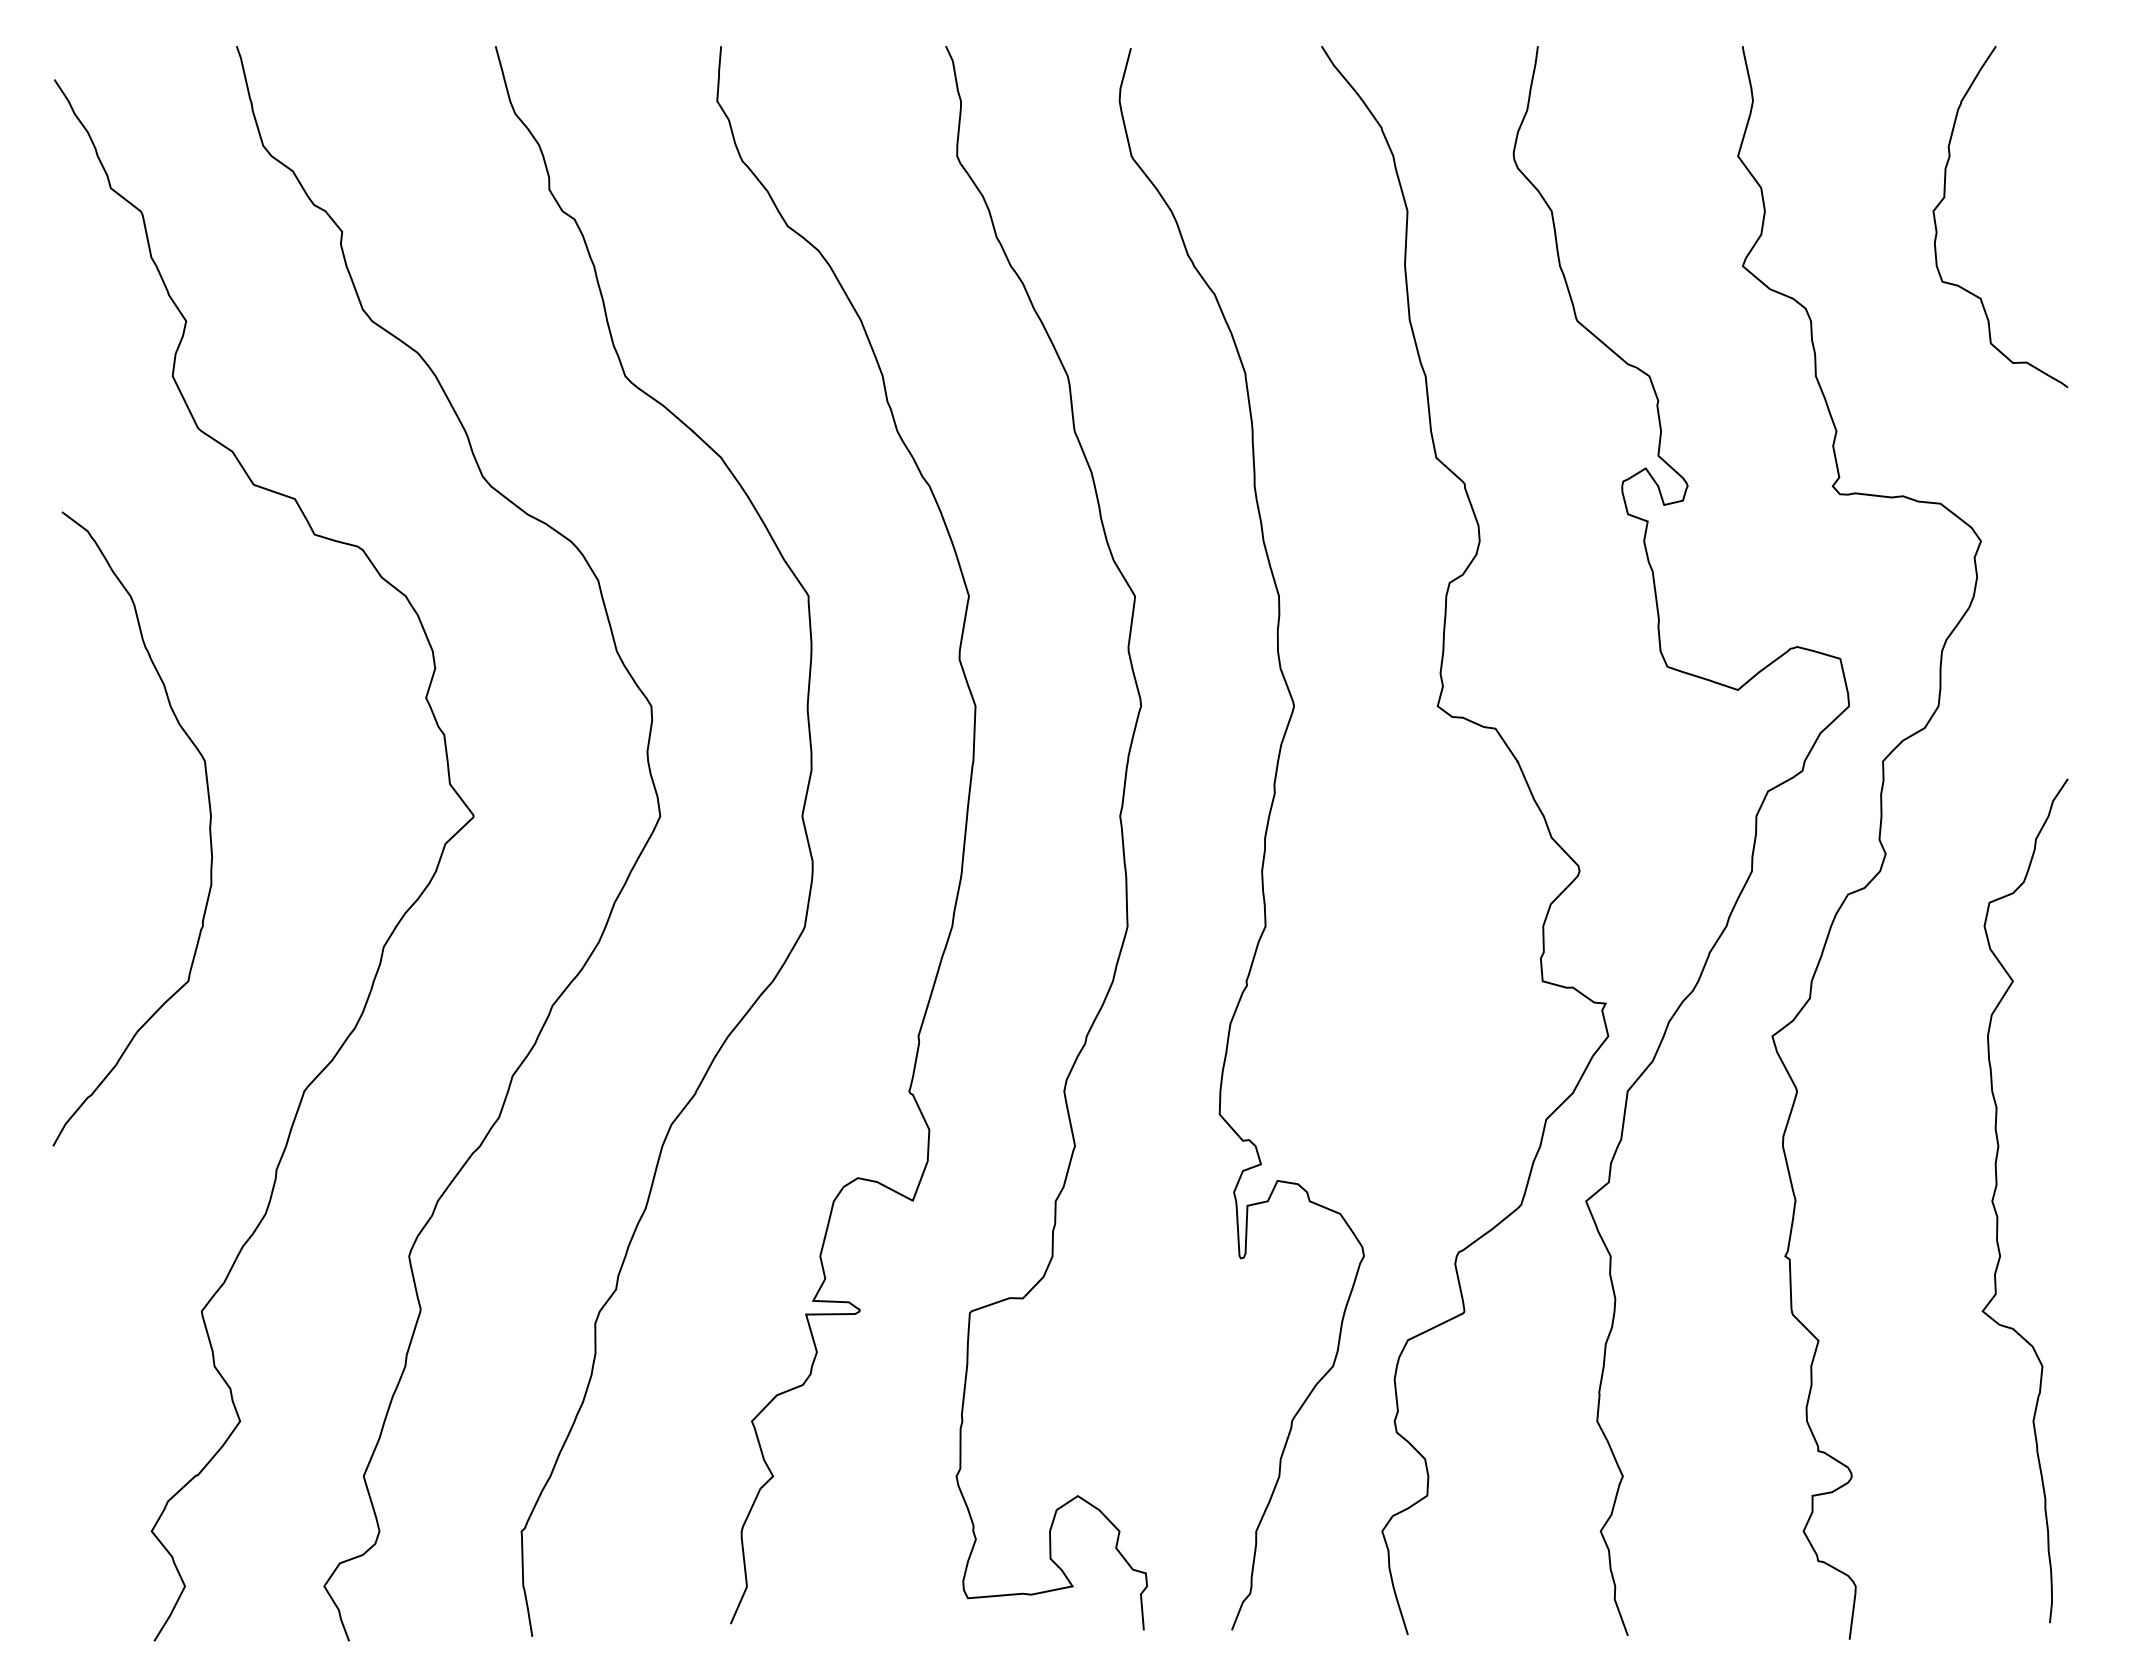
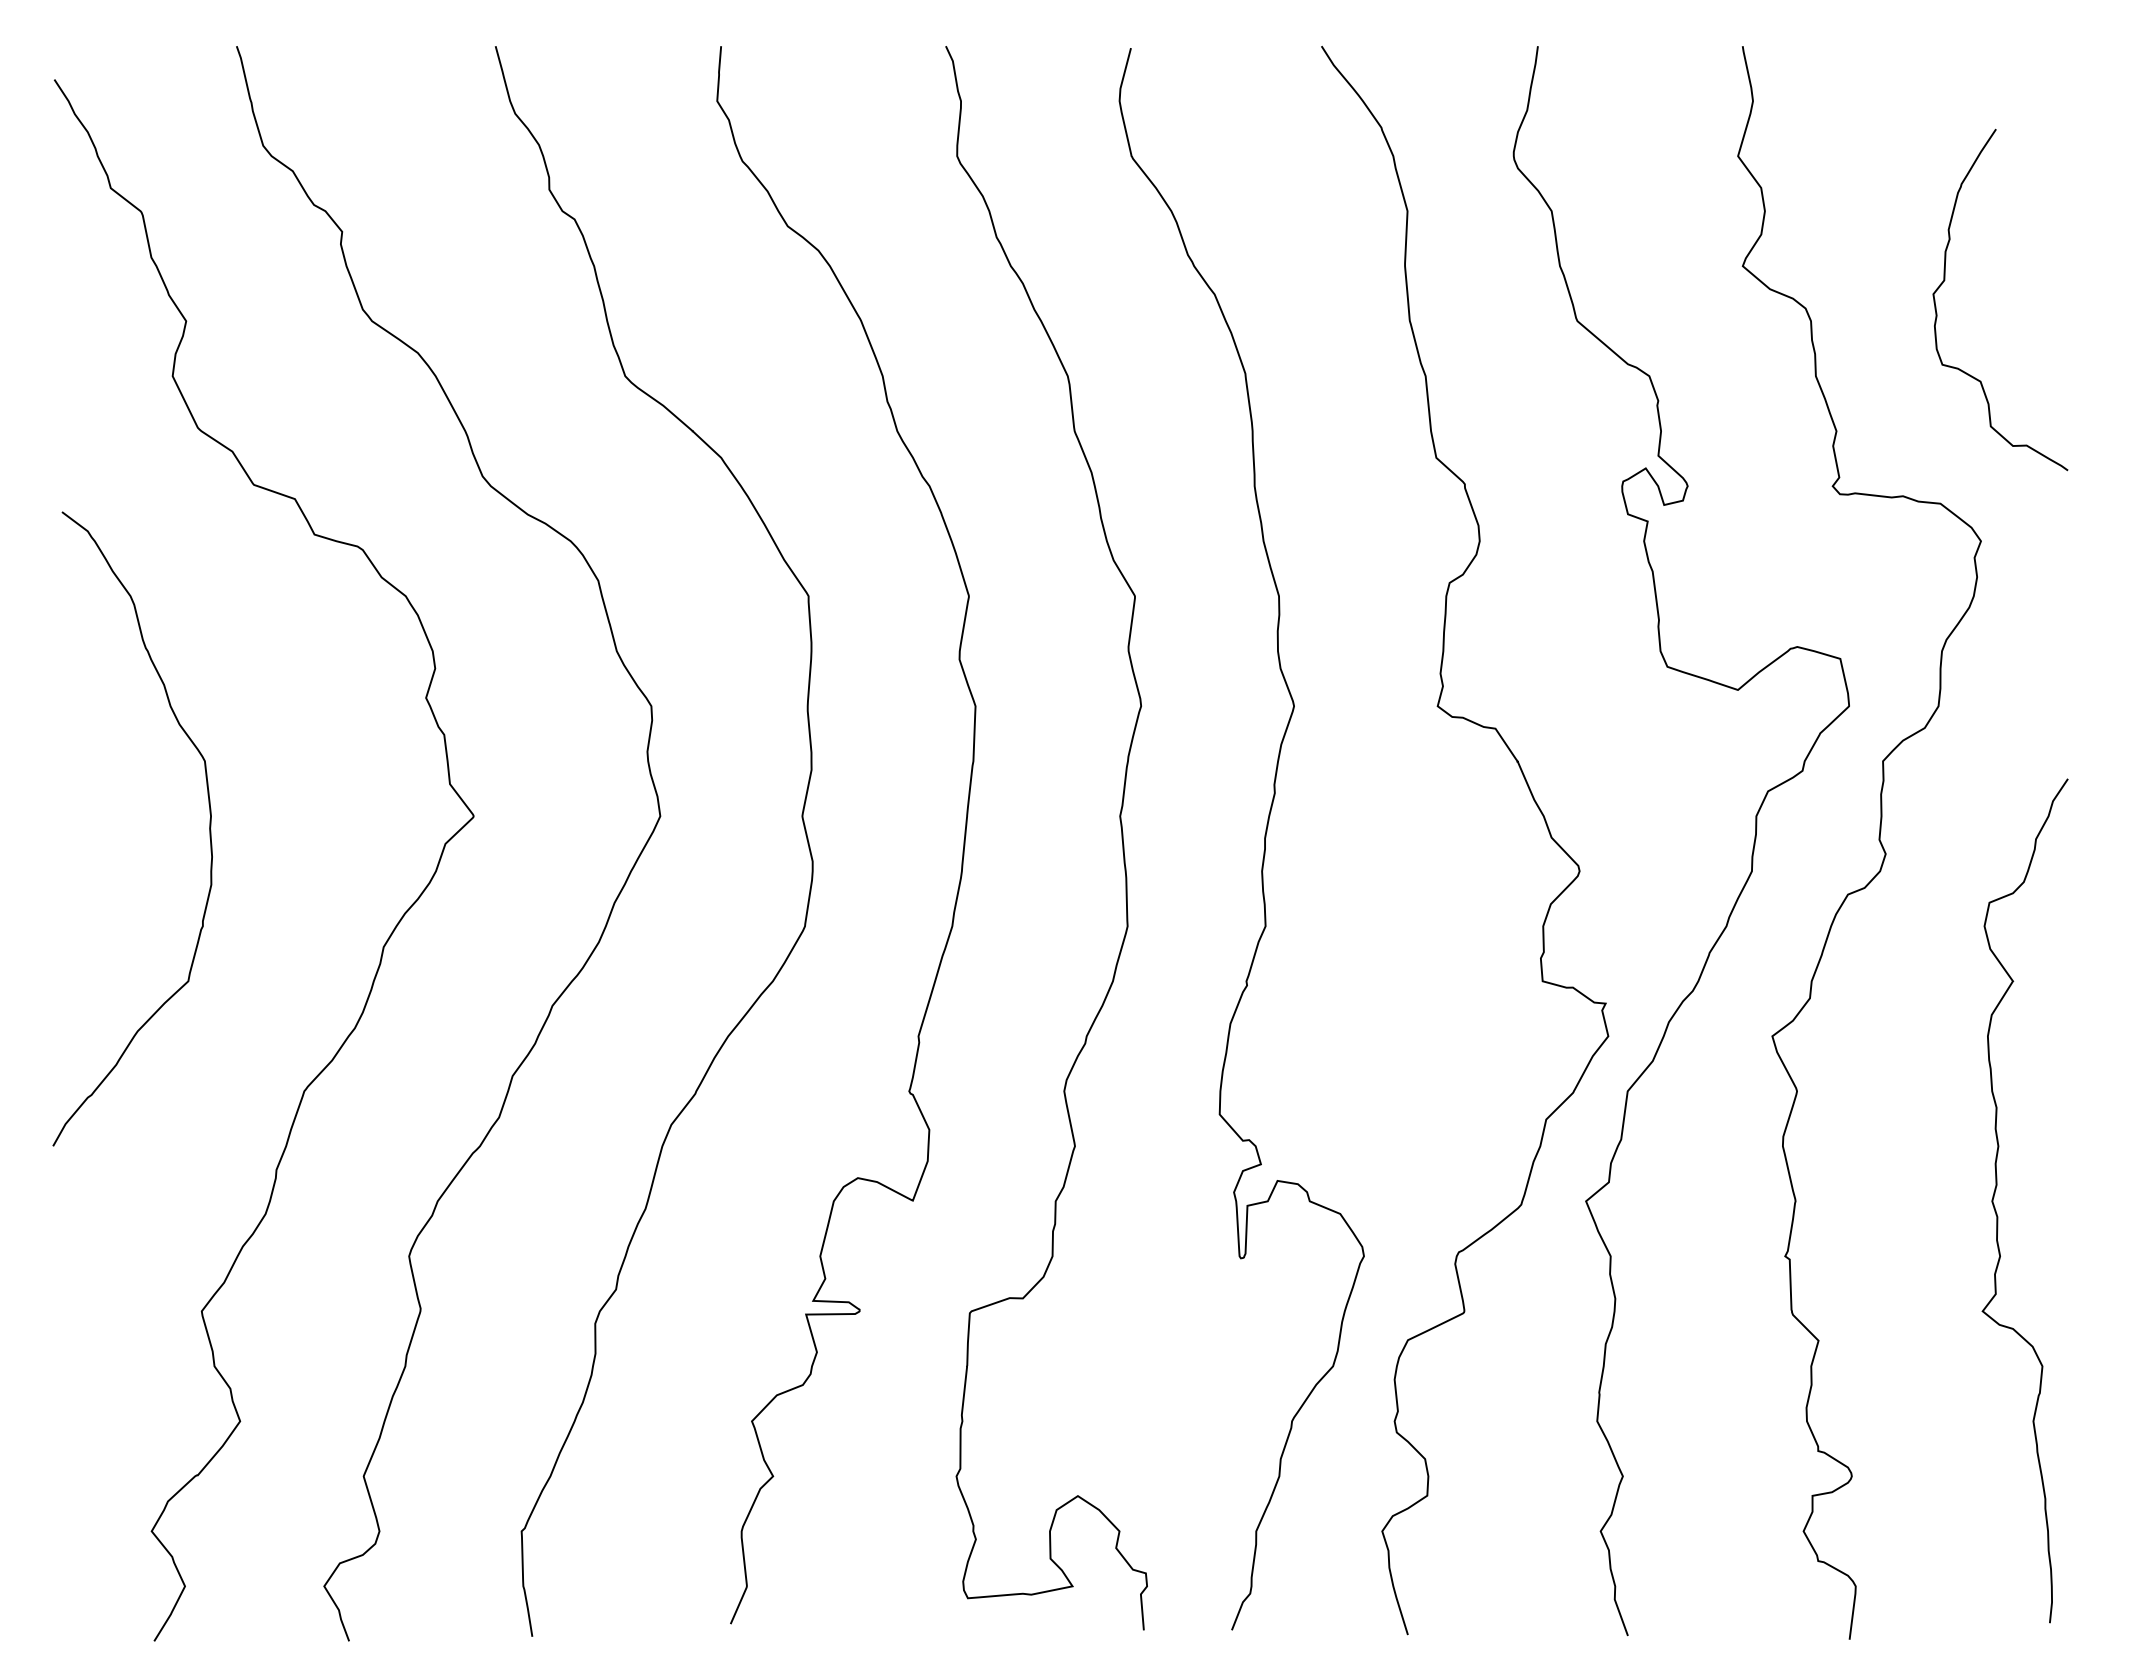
curve at (1945, 197) position: (1945, 197) -> (1945, 280)
